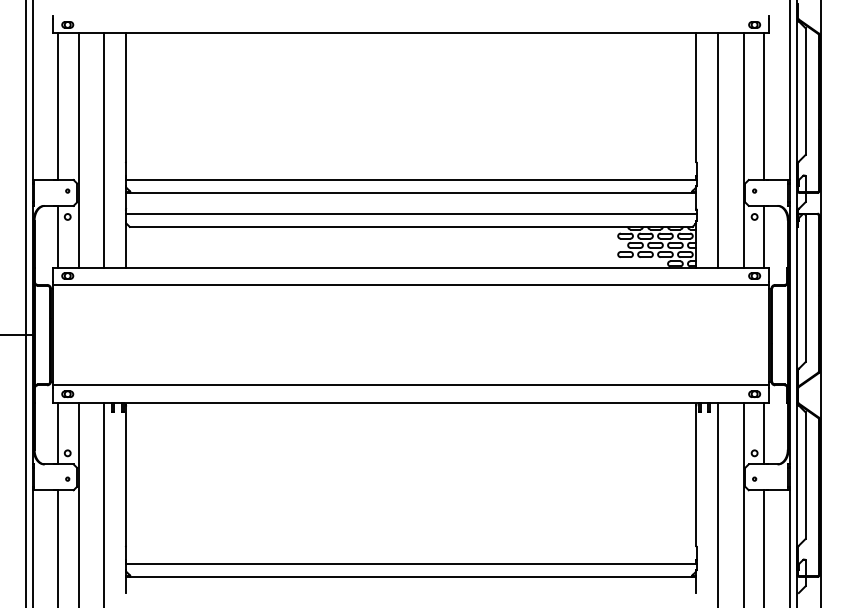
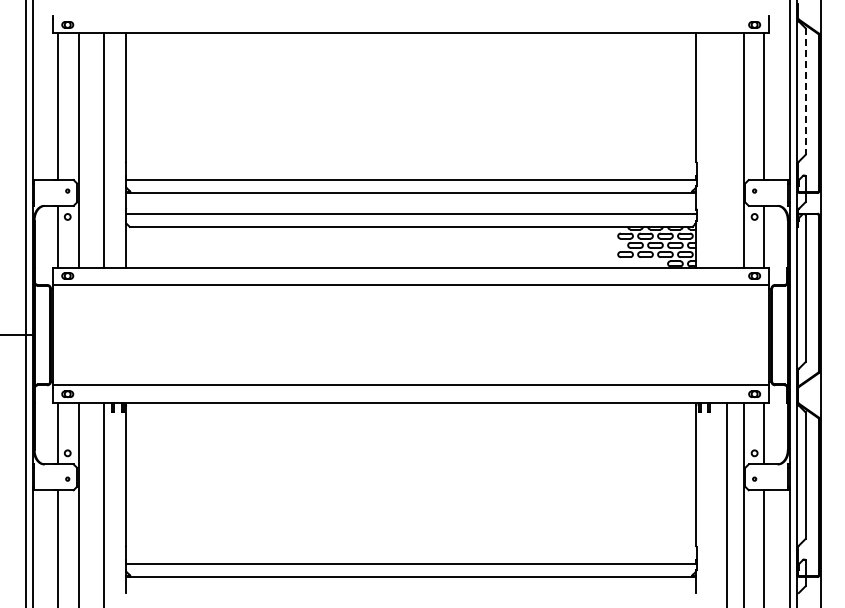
line at (805, 92): solid -> dashed
line at (718, 150): present -> none
line at (718, 503) position: (718, 503) -> (727, 503)
